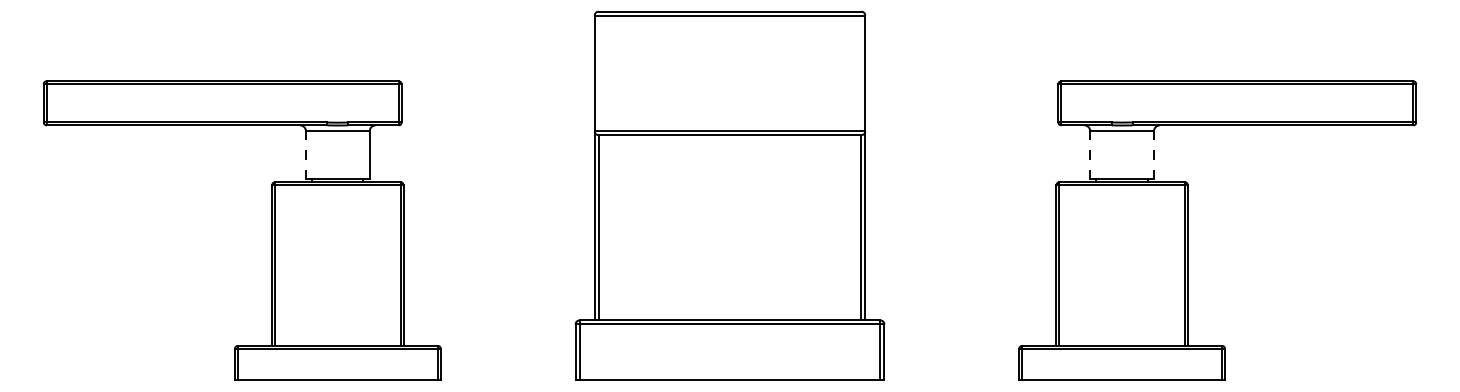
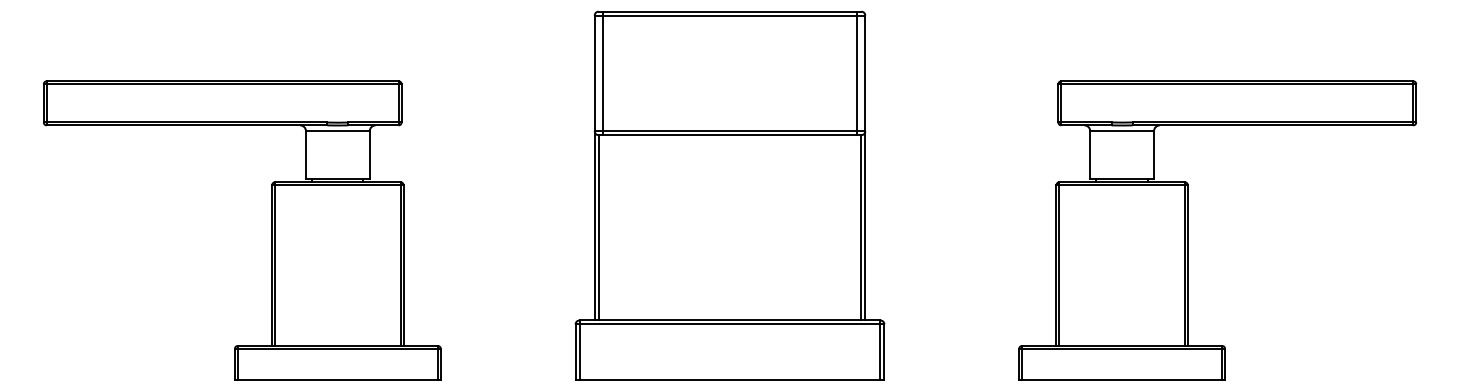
line at (602, 73): none -> present
line at (857, 73): none -> present
line at (306, 154): dashed -> solid
line at (1090, 154): dashed -> solid
line at (1153, 154): dashed -> solid
